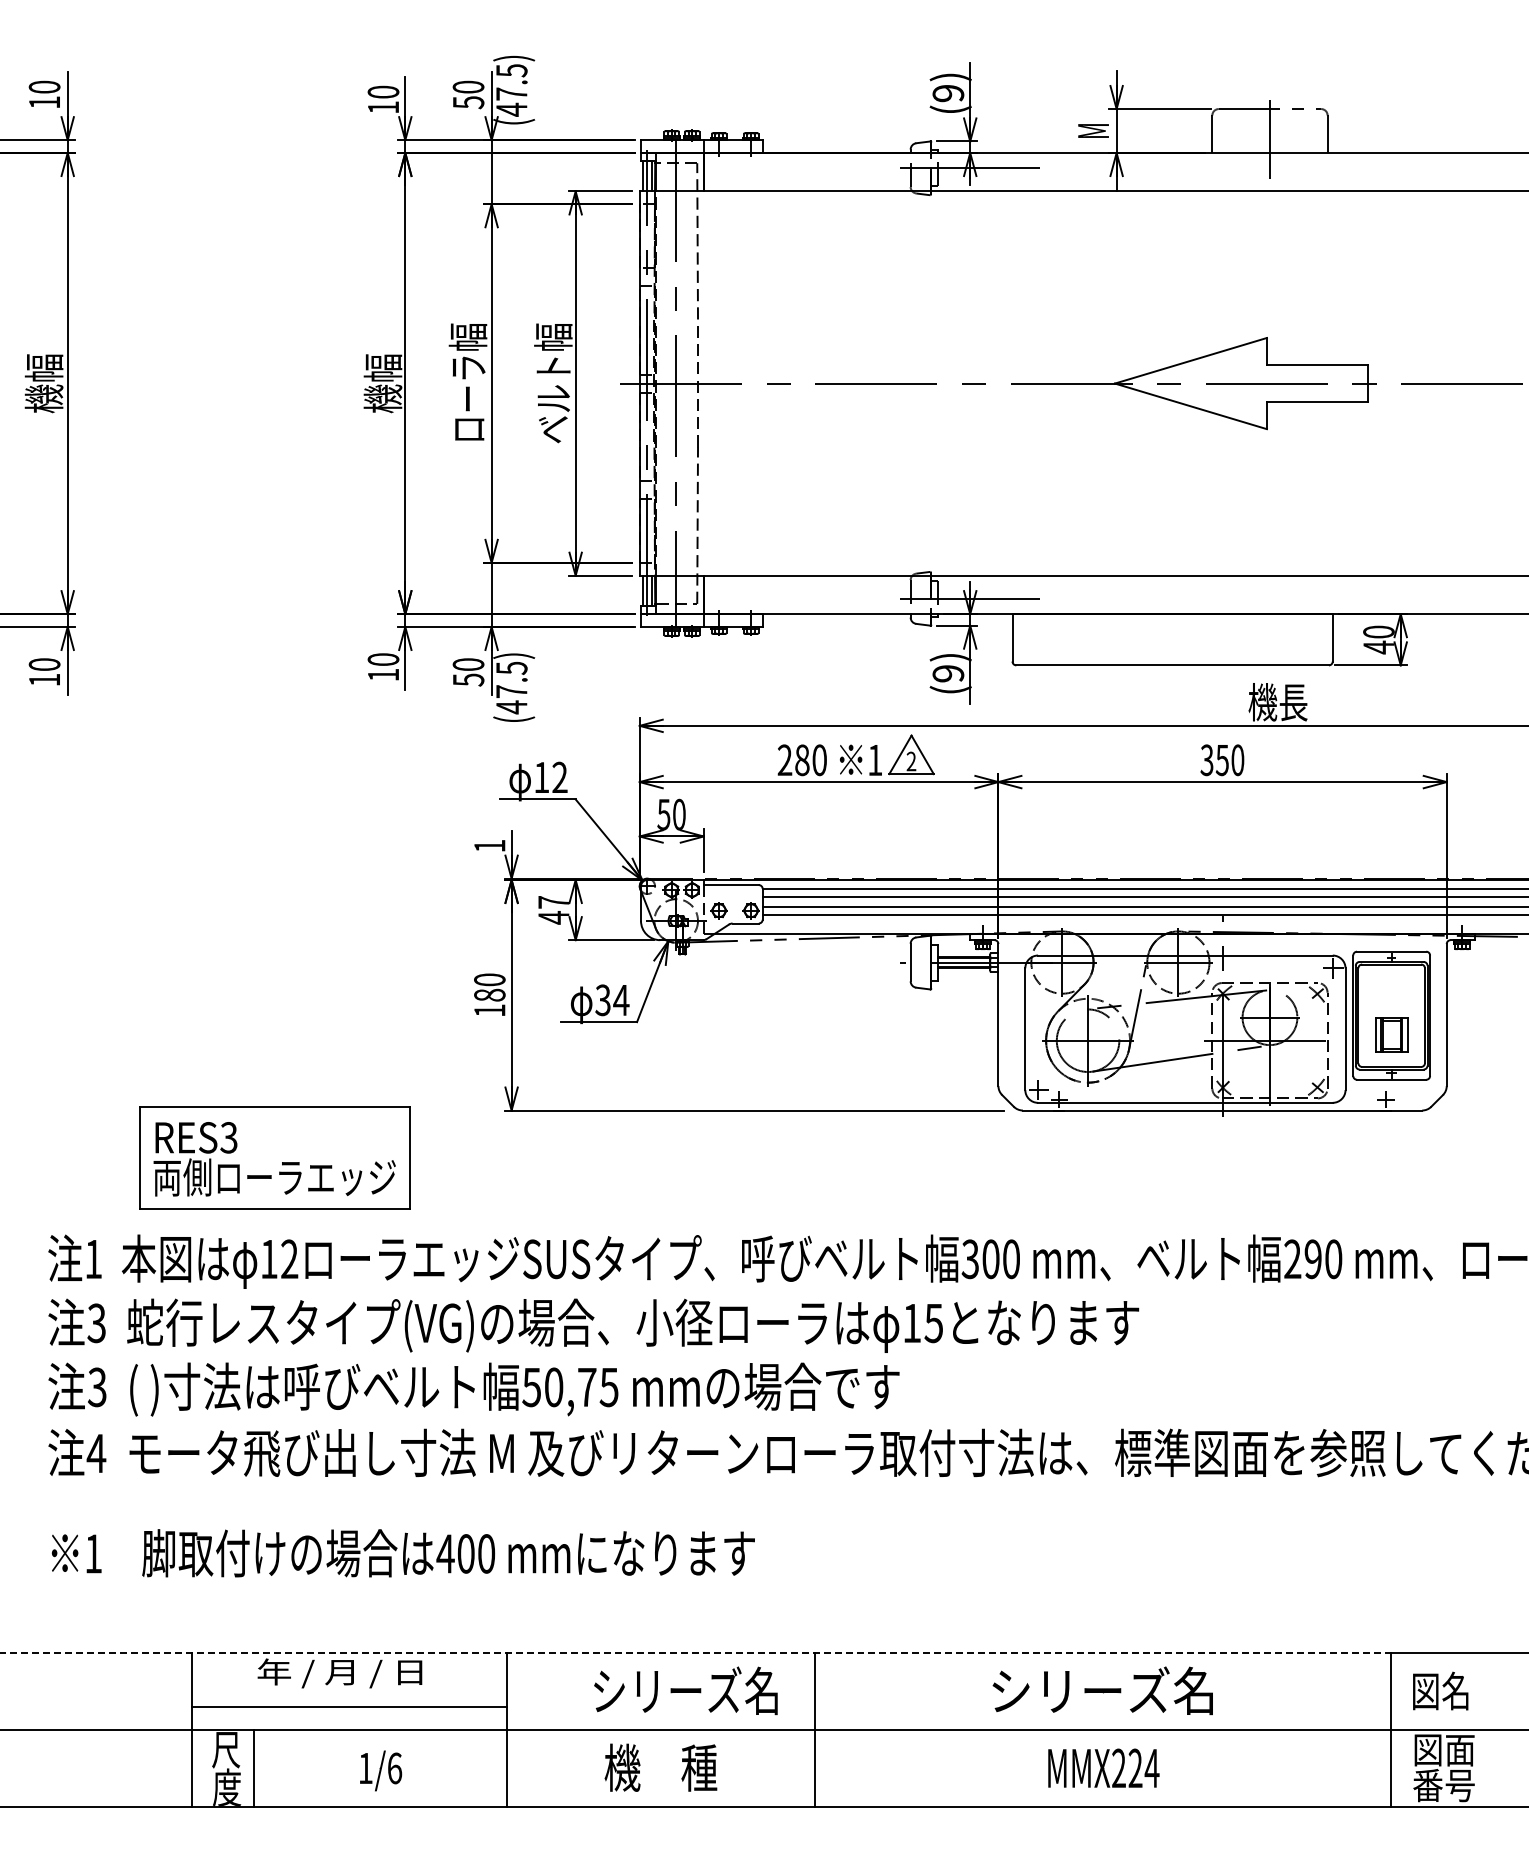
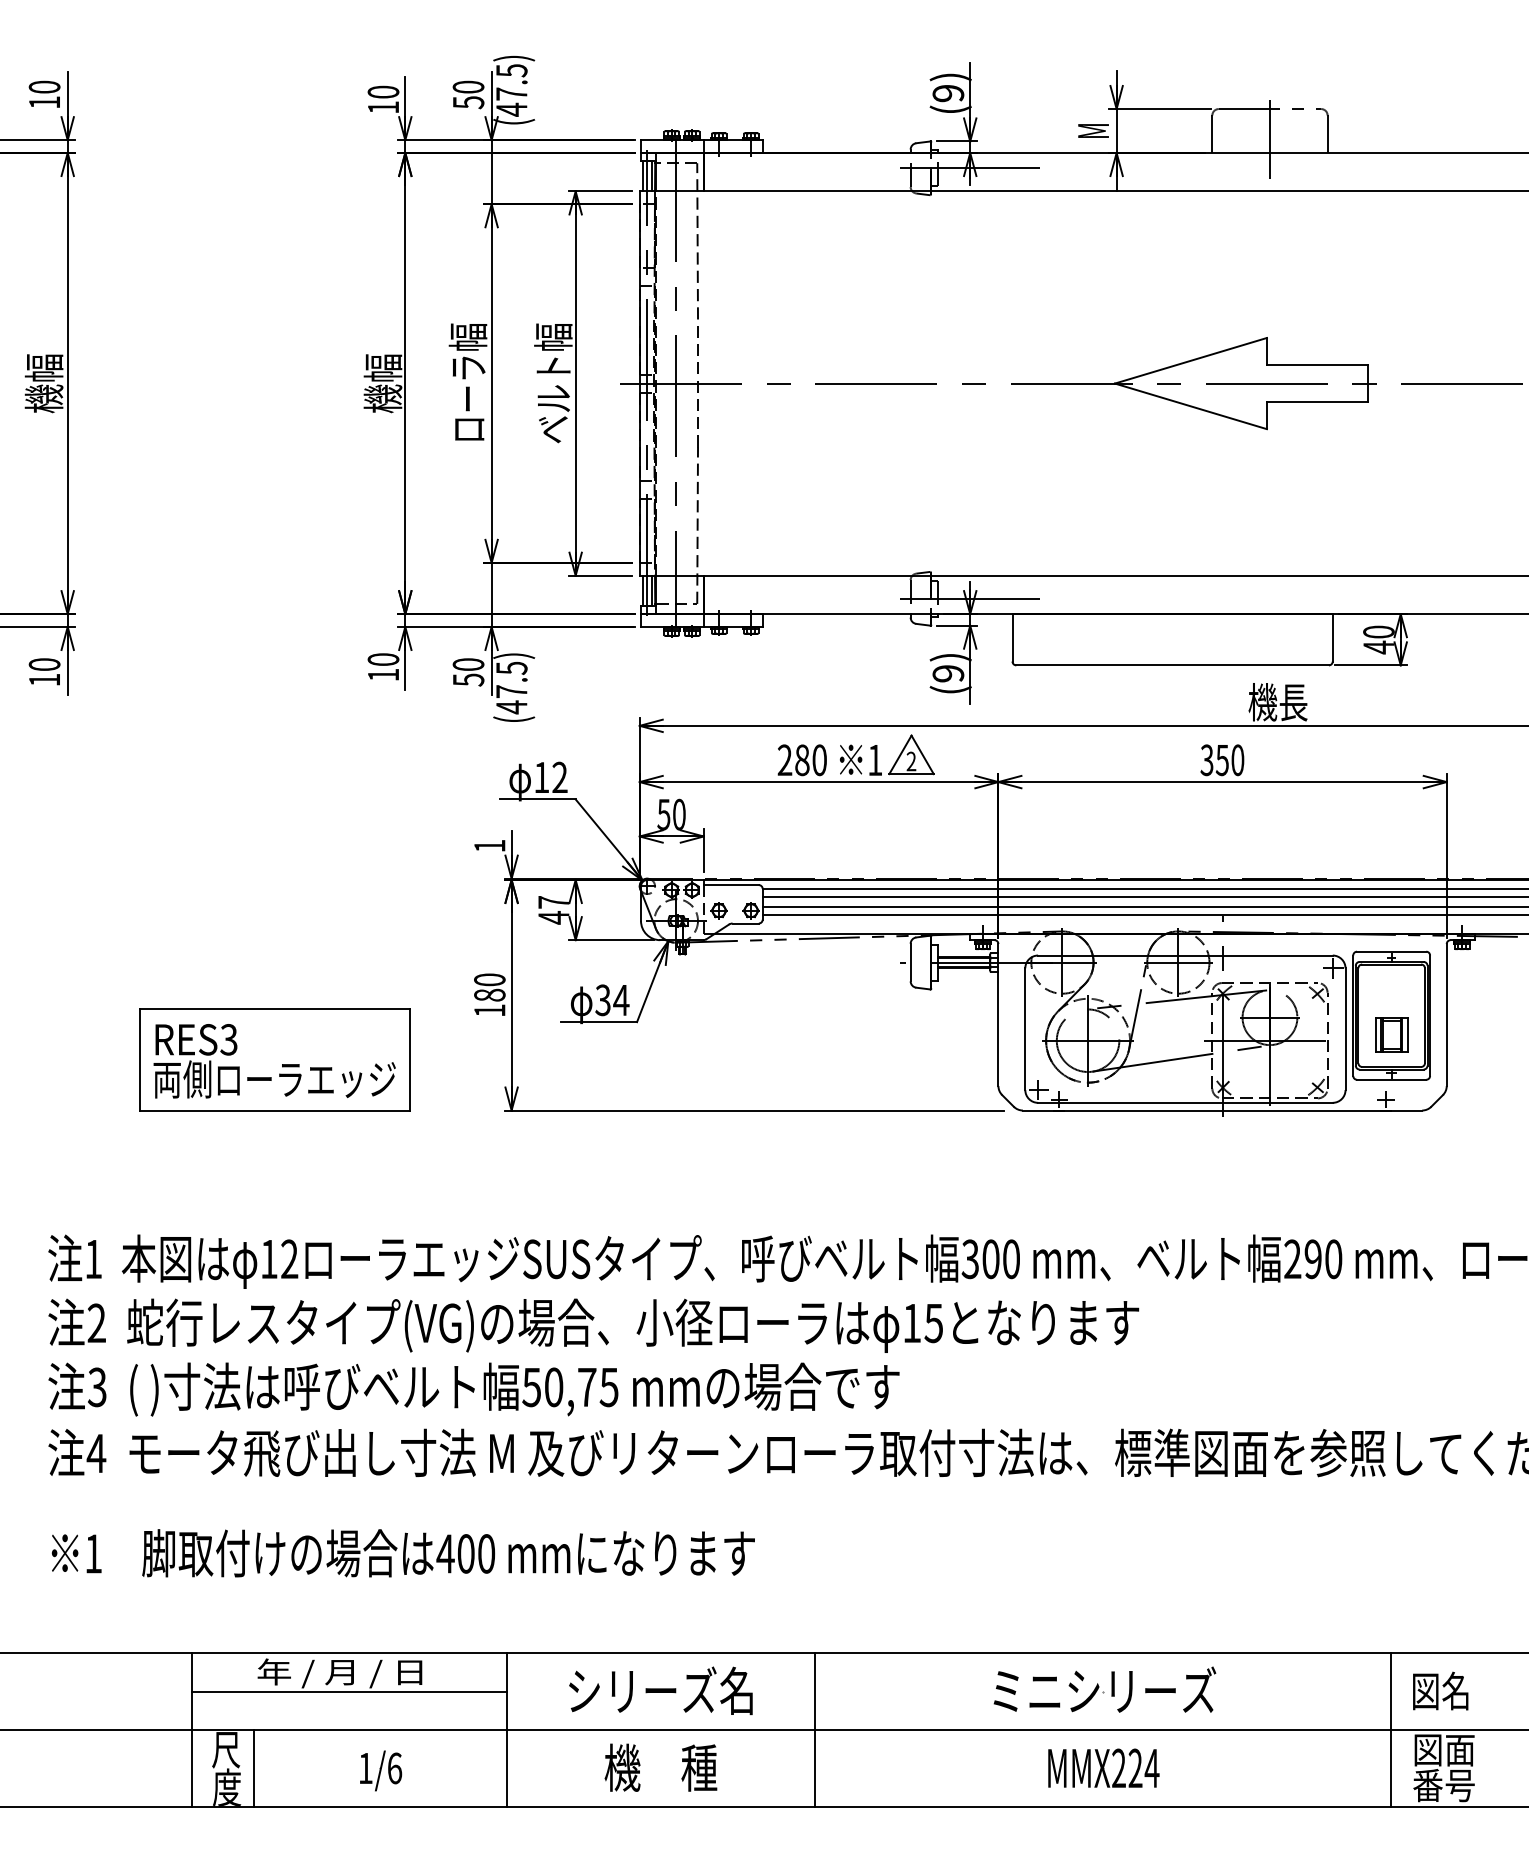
part at (274, 1157) position: (274, 1157) -> (274, 1059)
text at (96, 1323): 3 -> 2
line at (696, 1653): dashed -> solid
text at (685, 1690) position: (685, 1690) -> (660, 1690)
text at (1104, 1690): シリーズ名 -> ミニシリーズ
line at (349, 1706) position: (349, 1706) -> (349, 1691)
